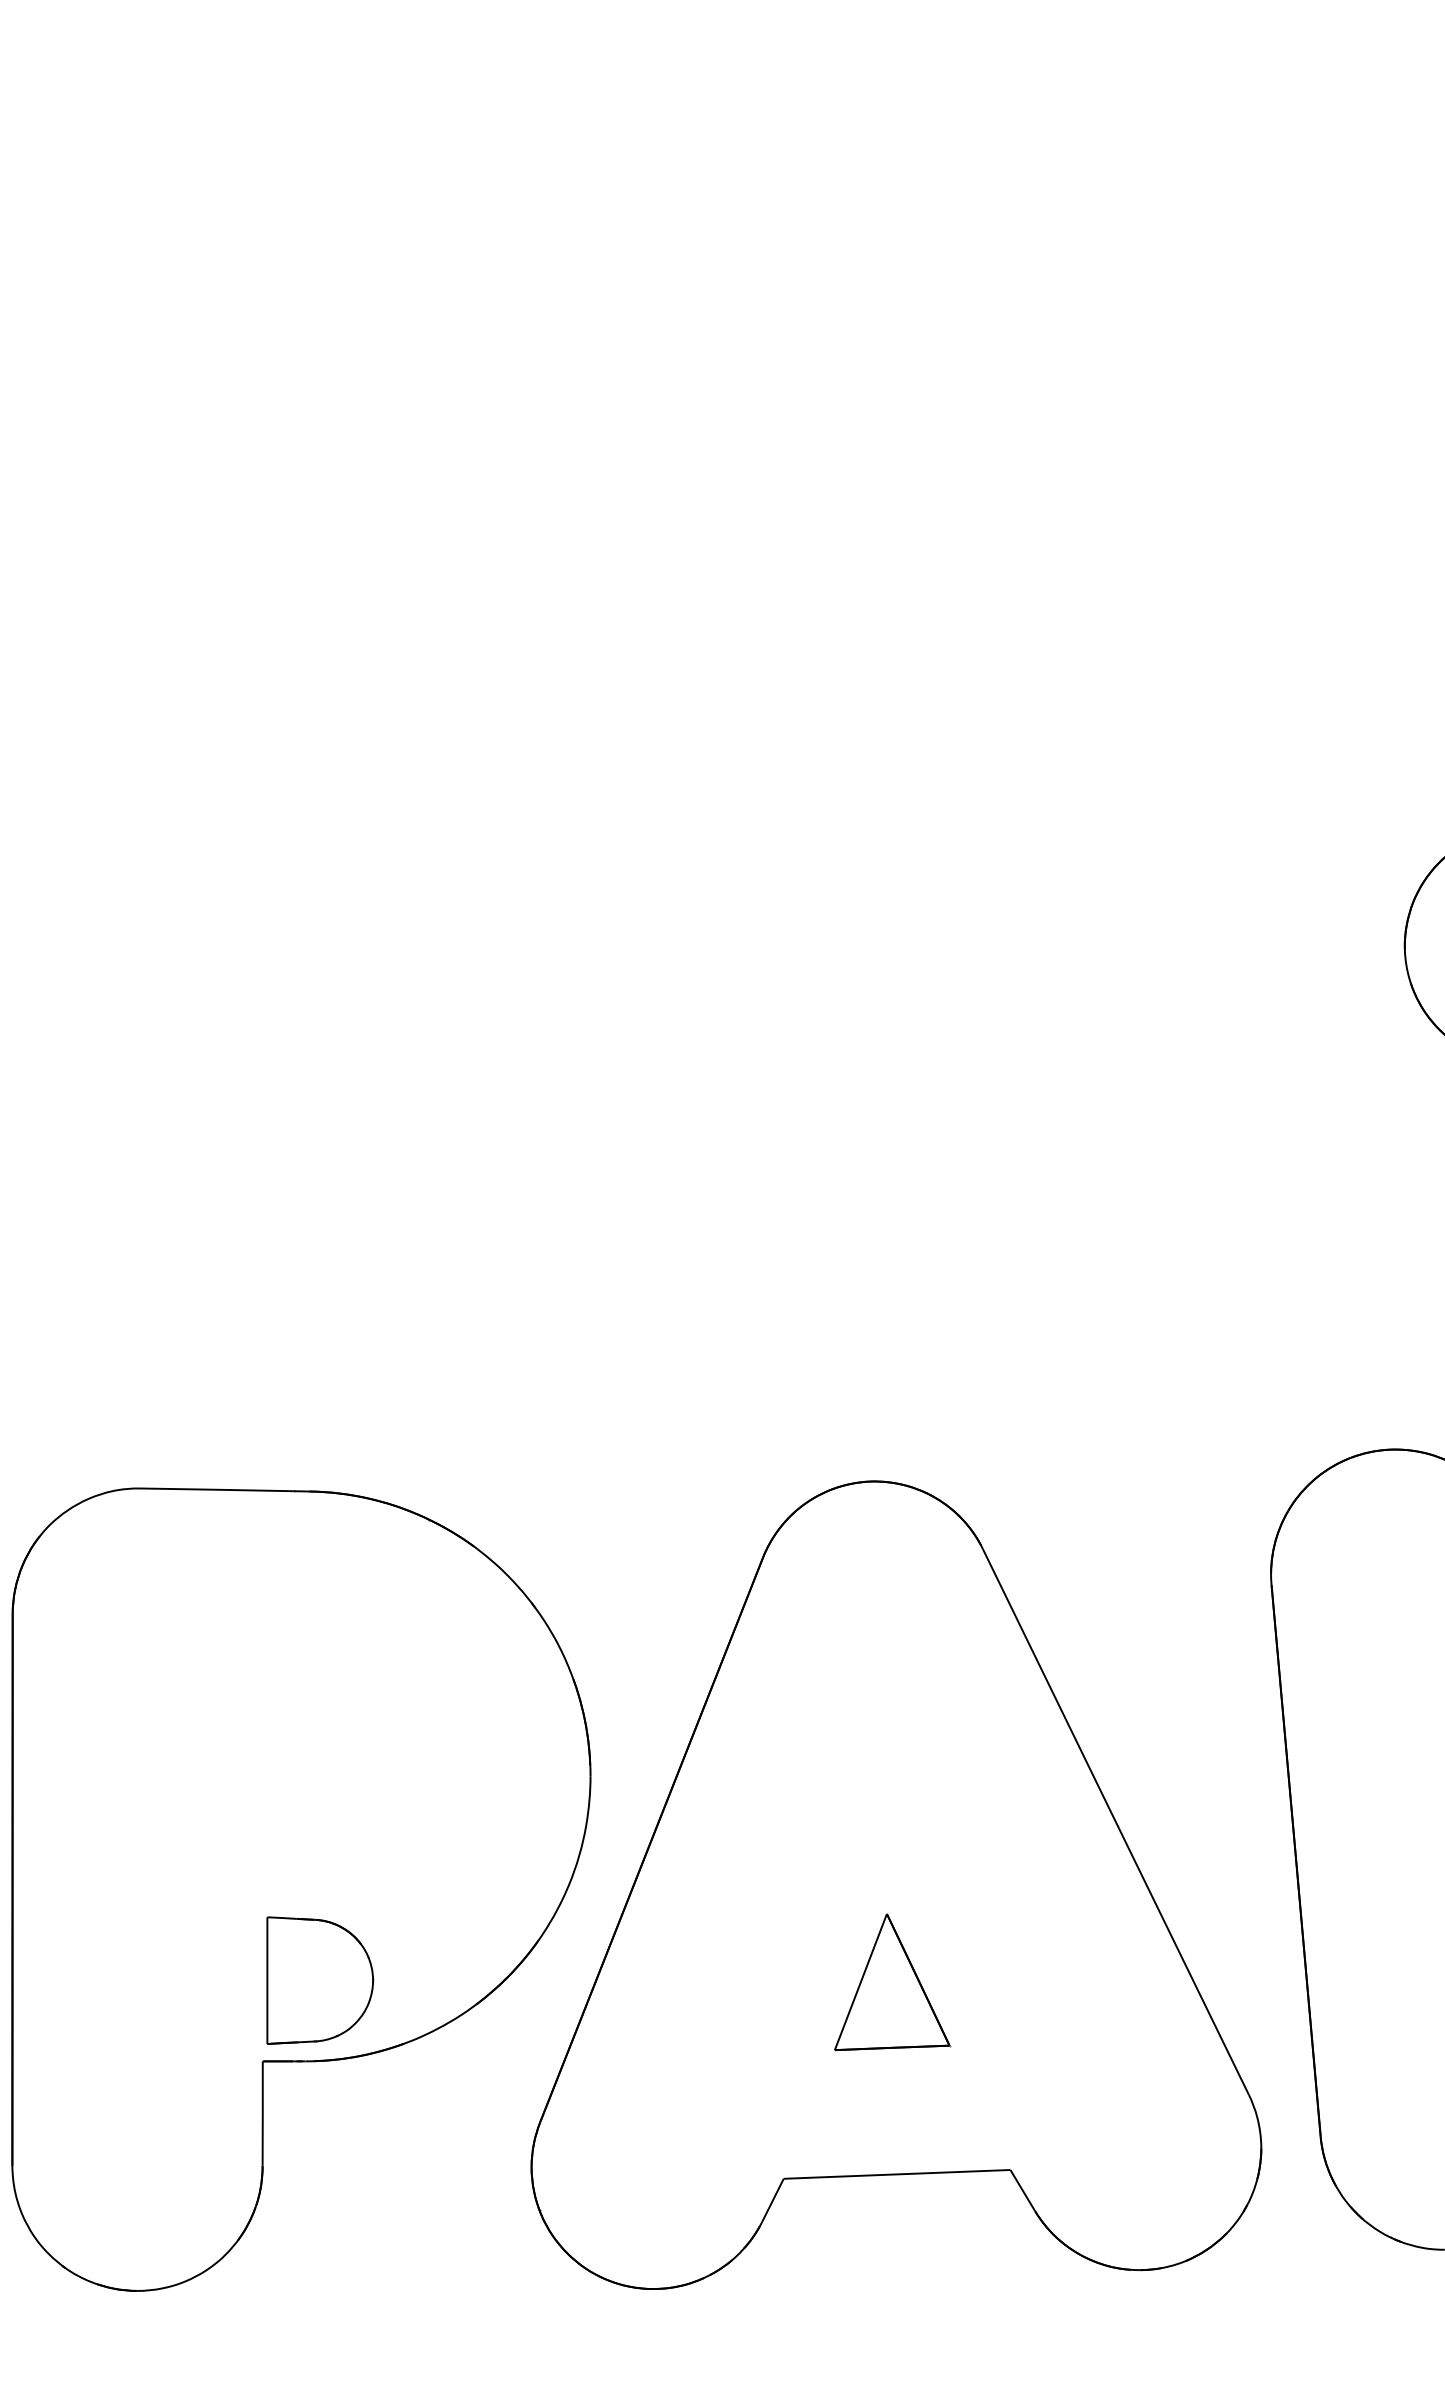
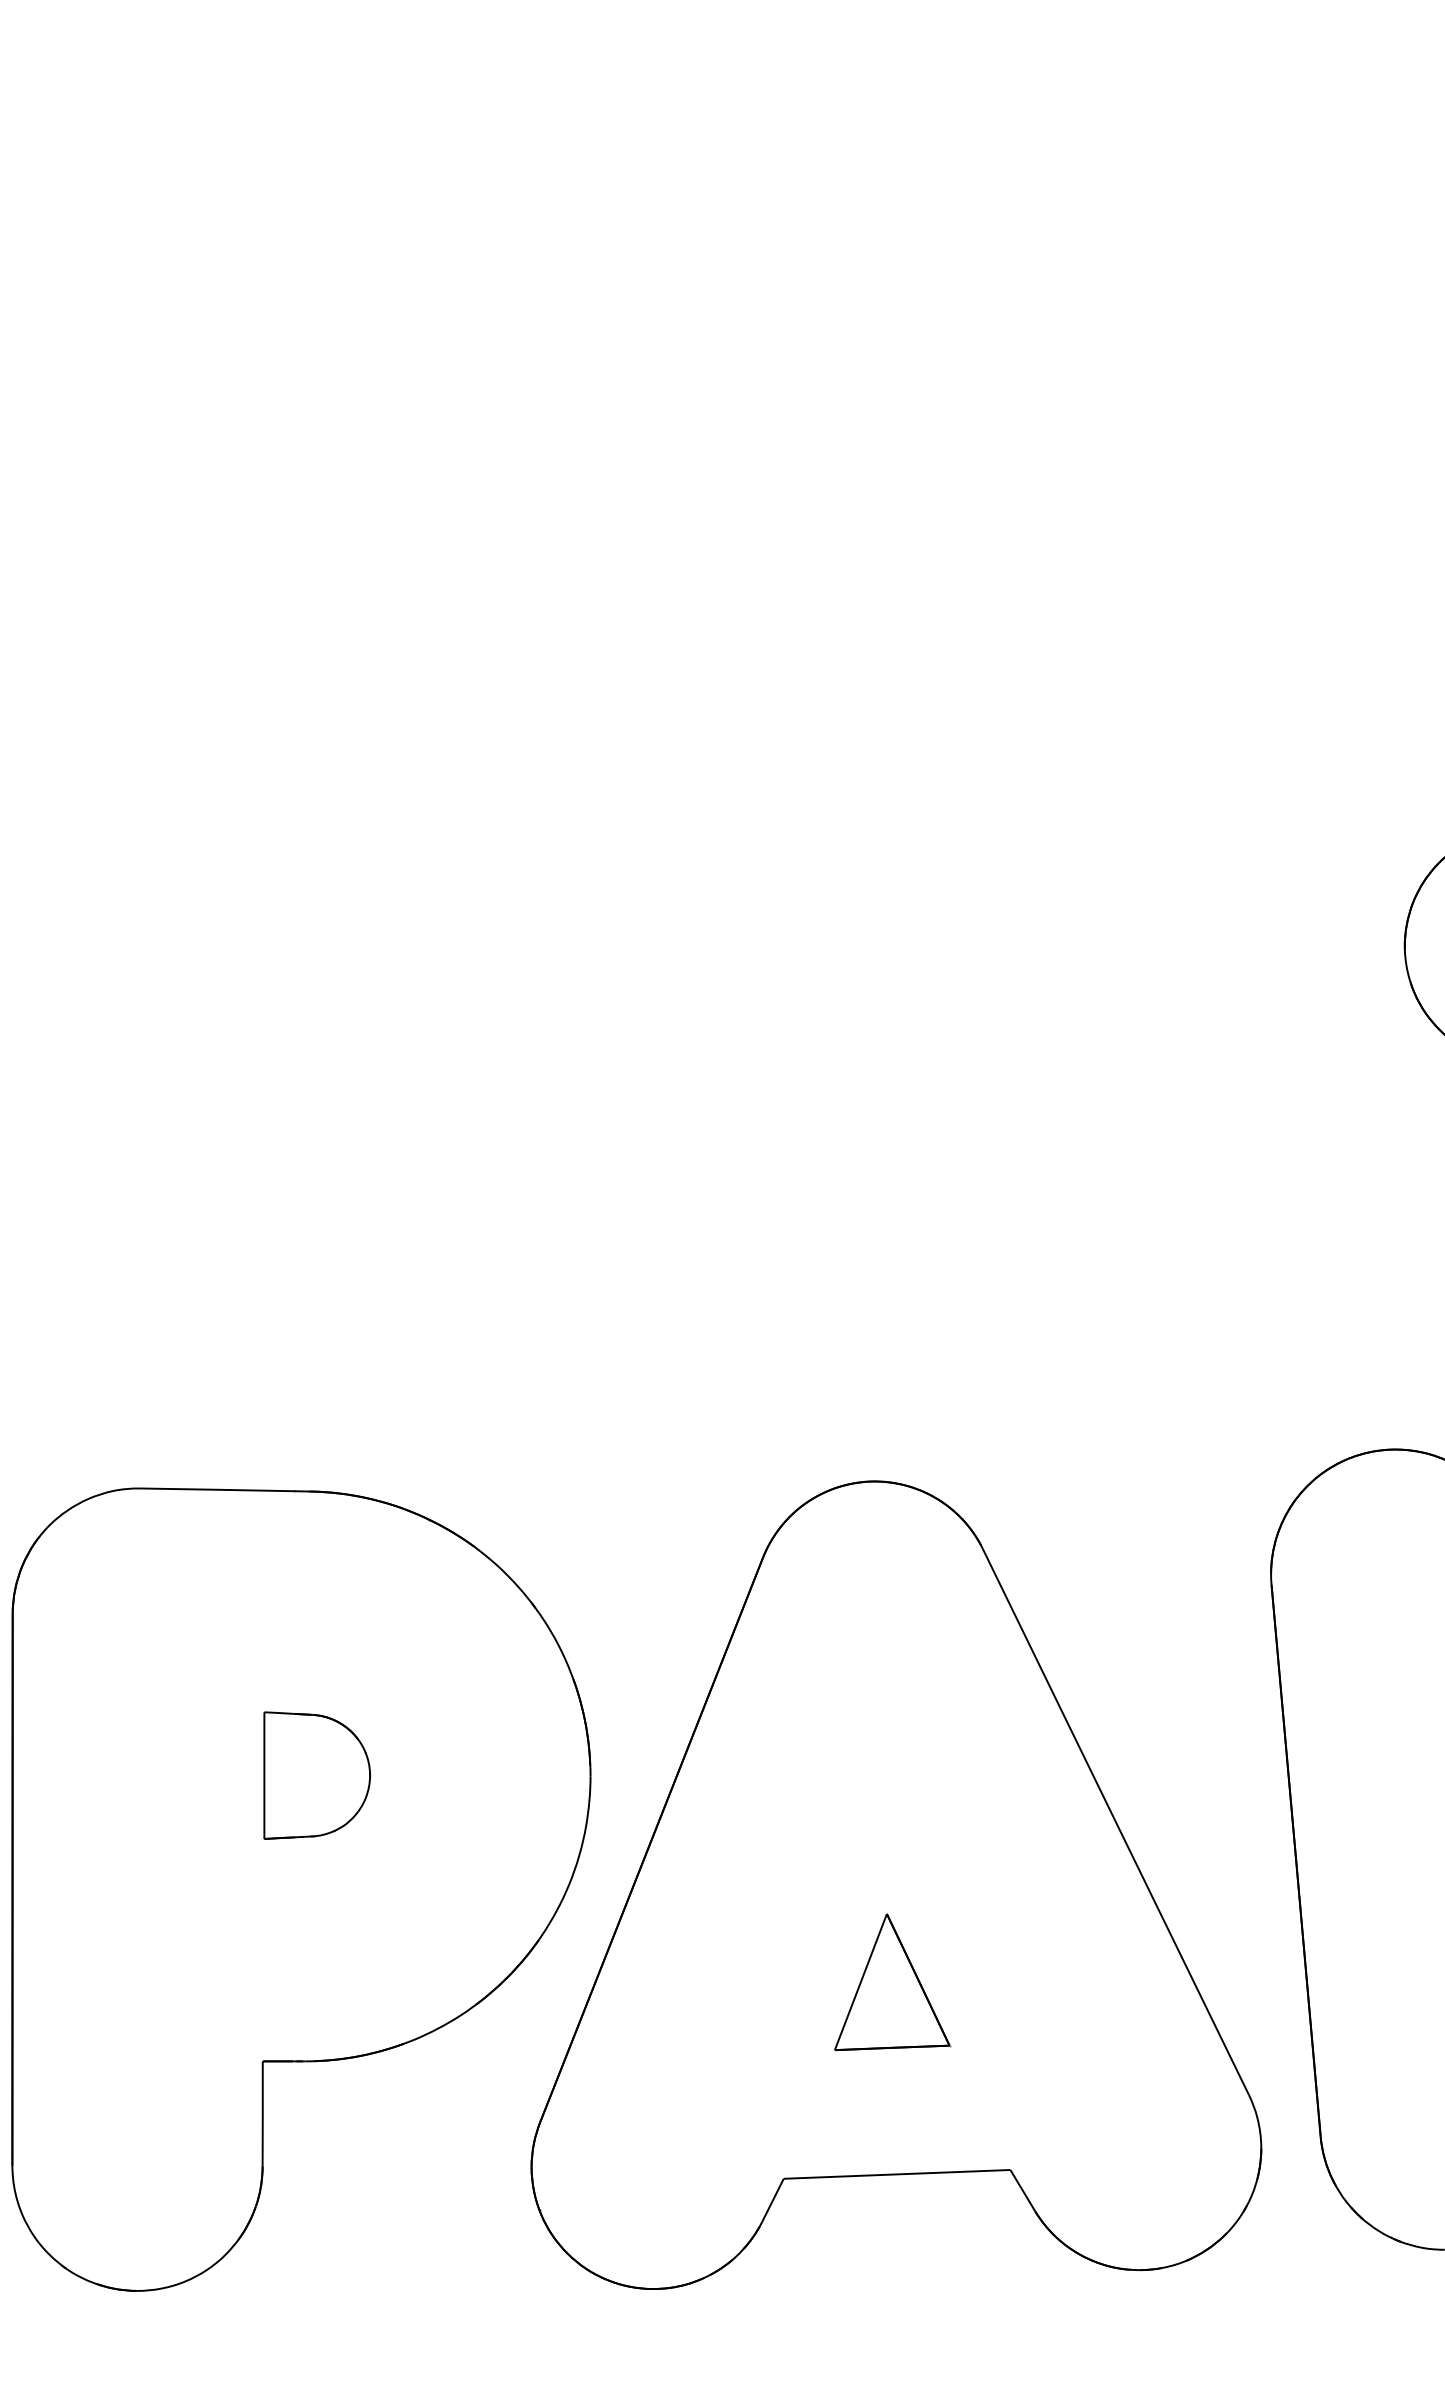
part at (320, 1980) position: (320, 1980) -> (317, 1775)
